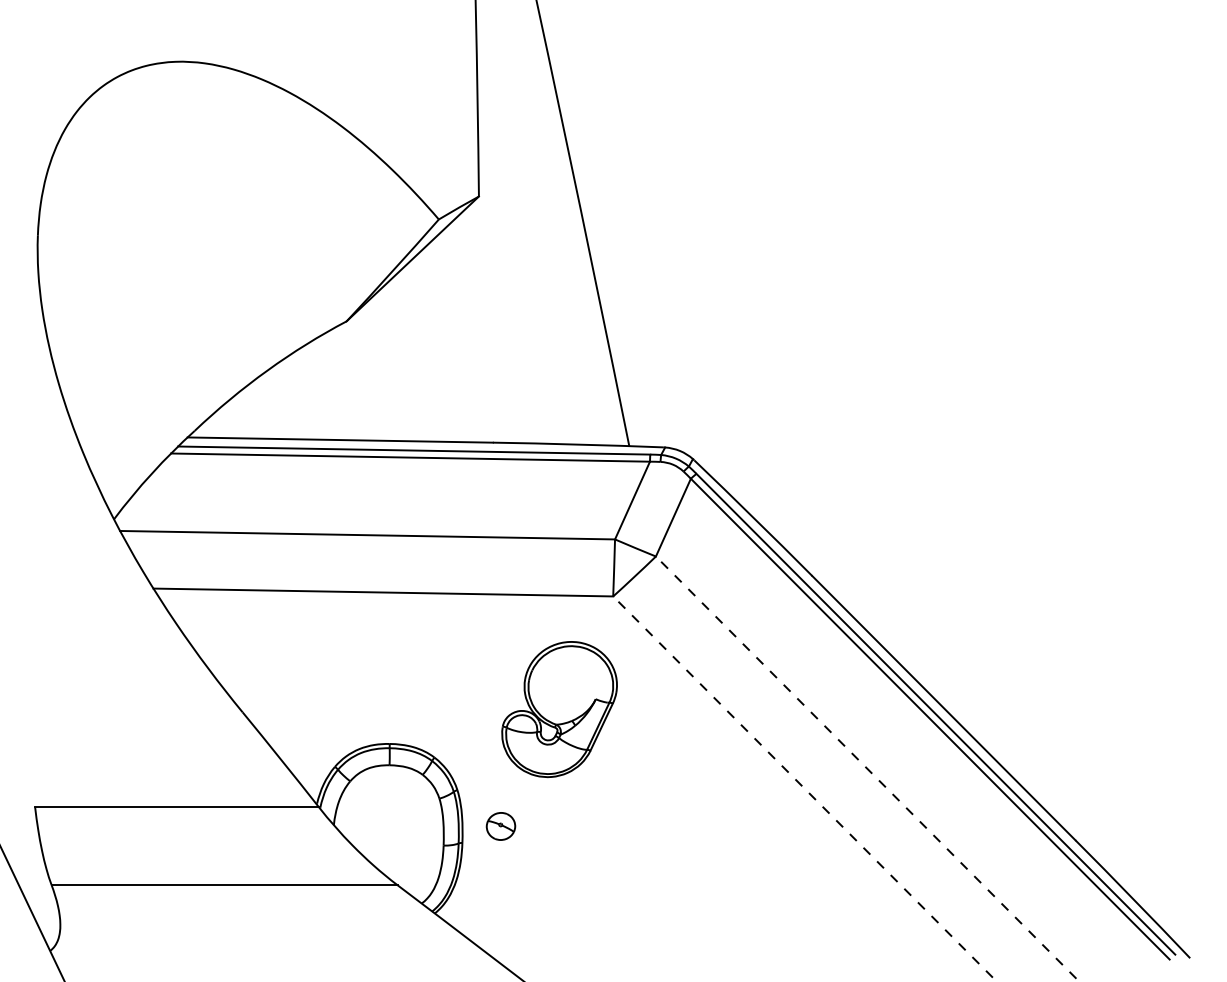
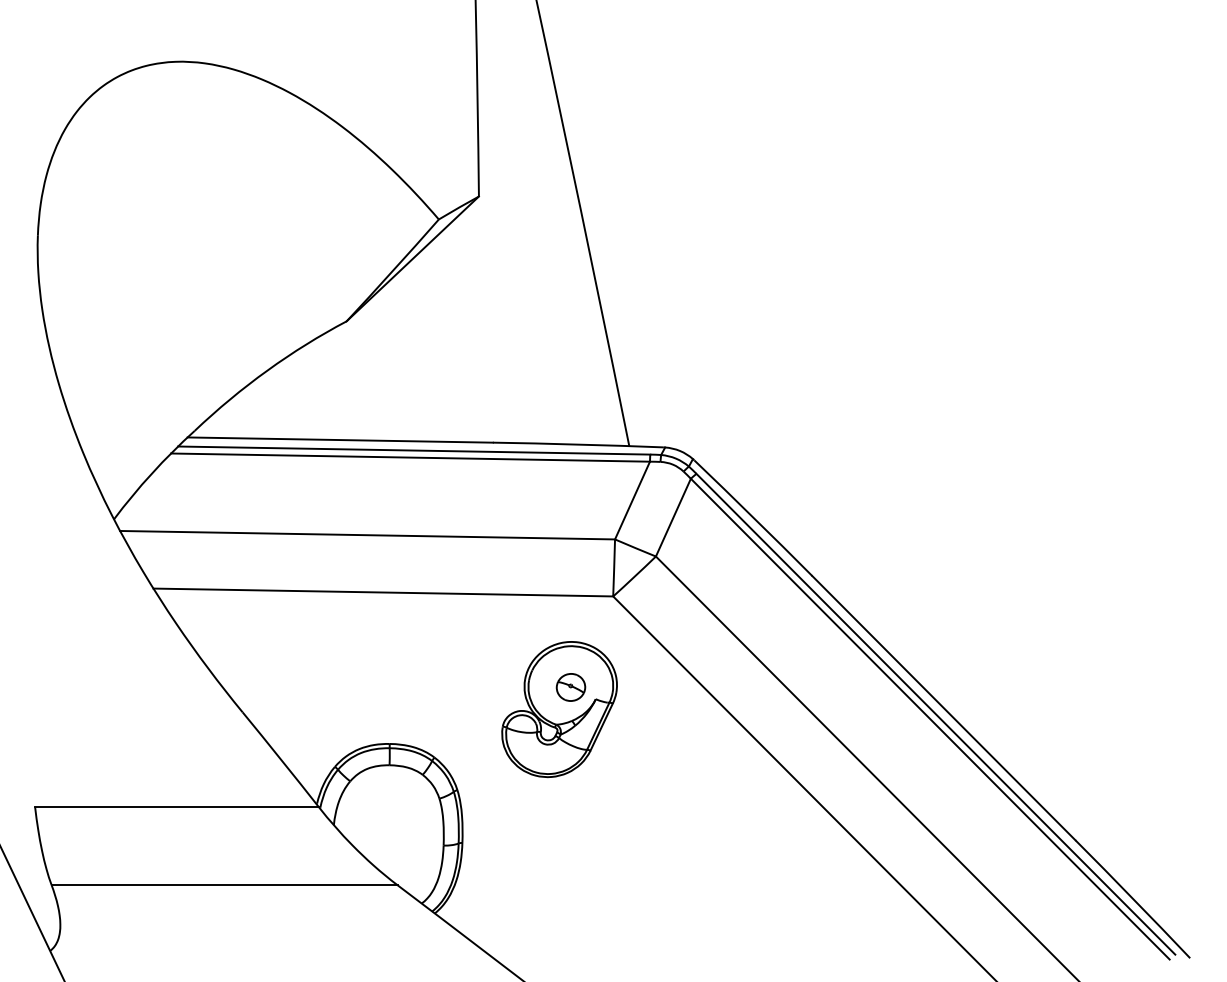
line at (867, 768): dashed -> solid
line at (804, 788): dashed -> solid
part at (500, 826) position: (500, 826) -> (570, 687)
